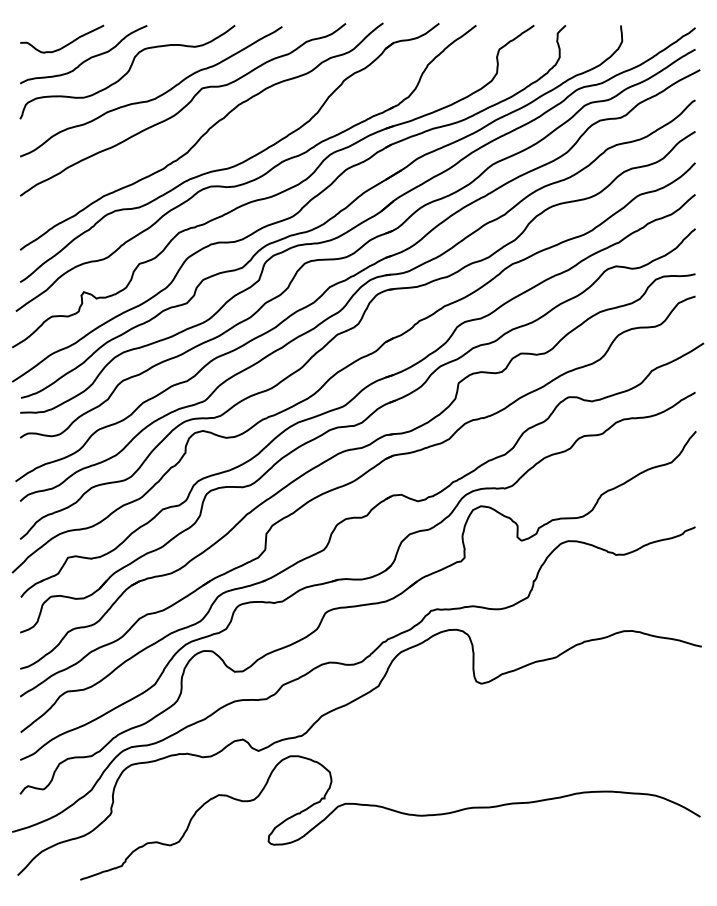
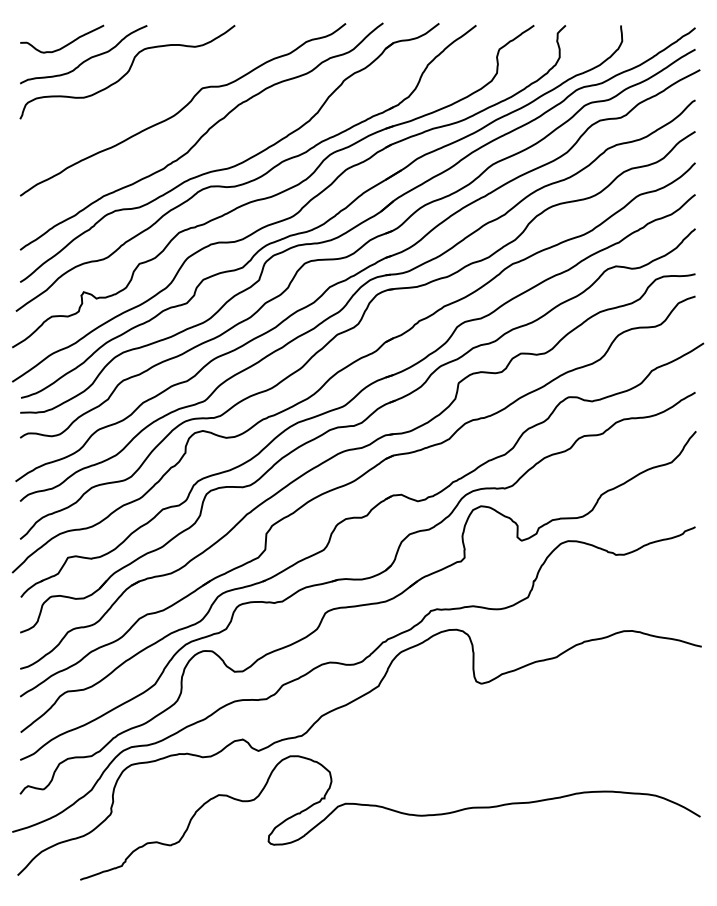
curve at (152, 98): present -> none
